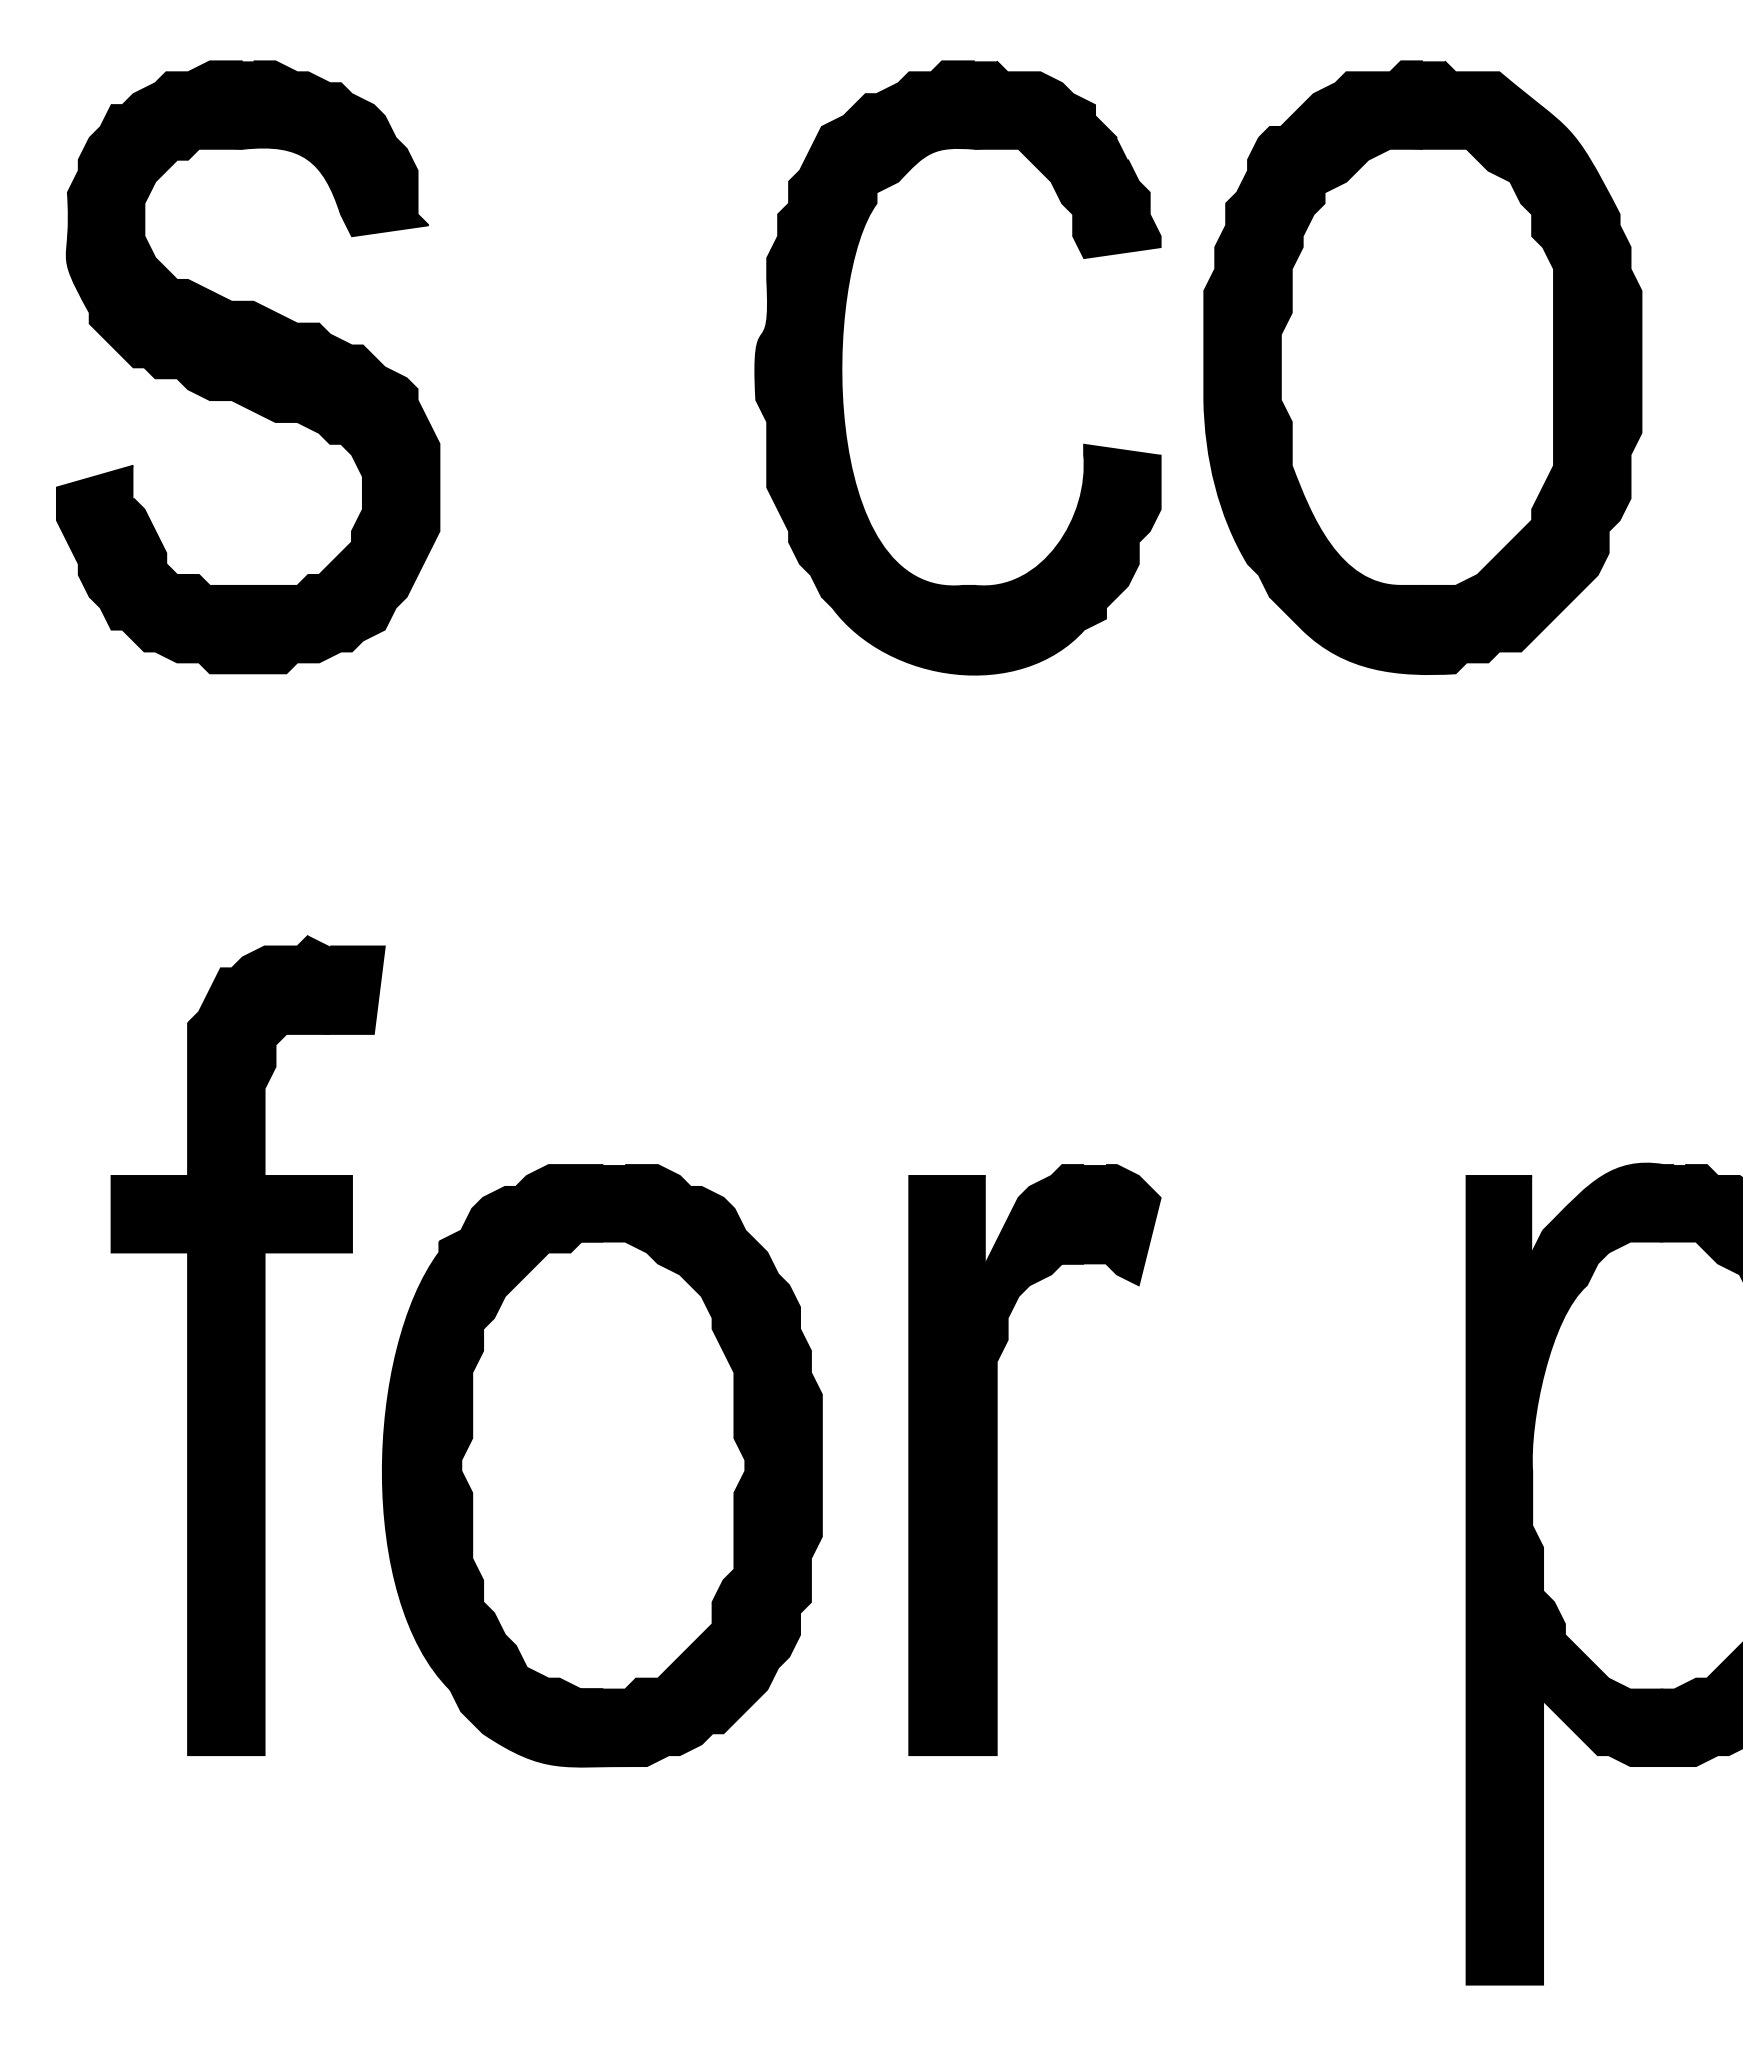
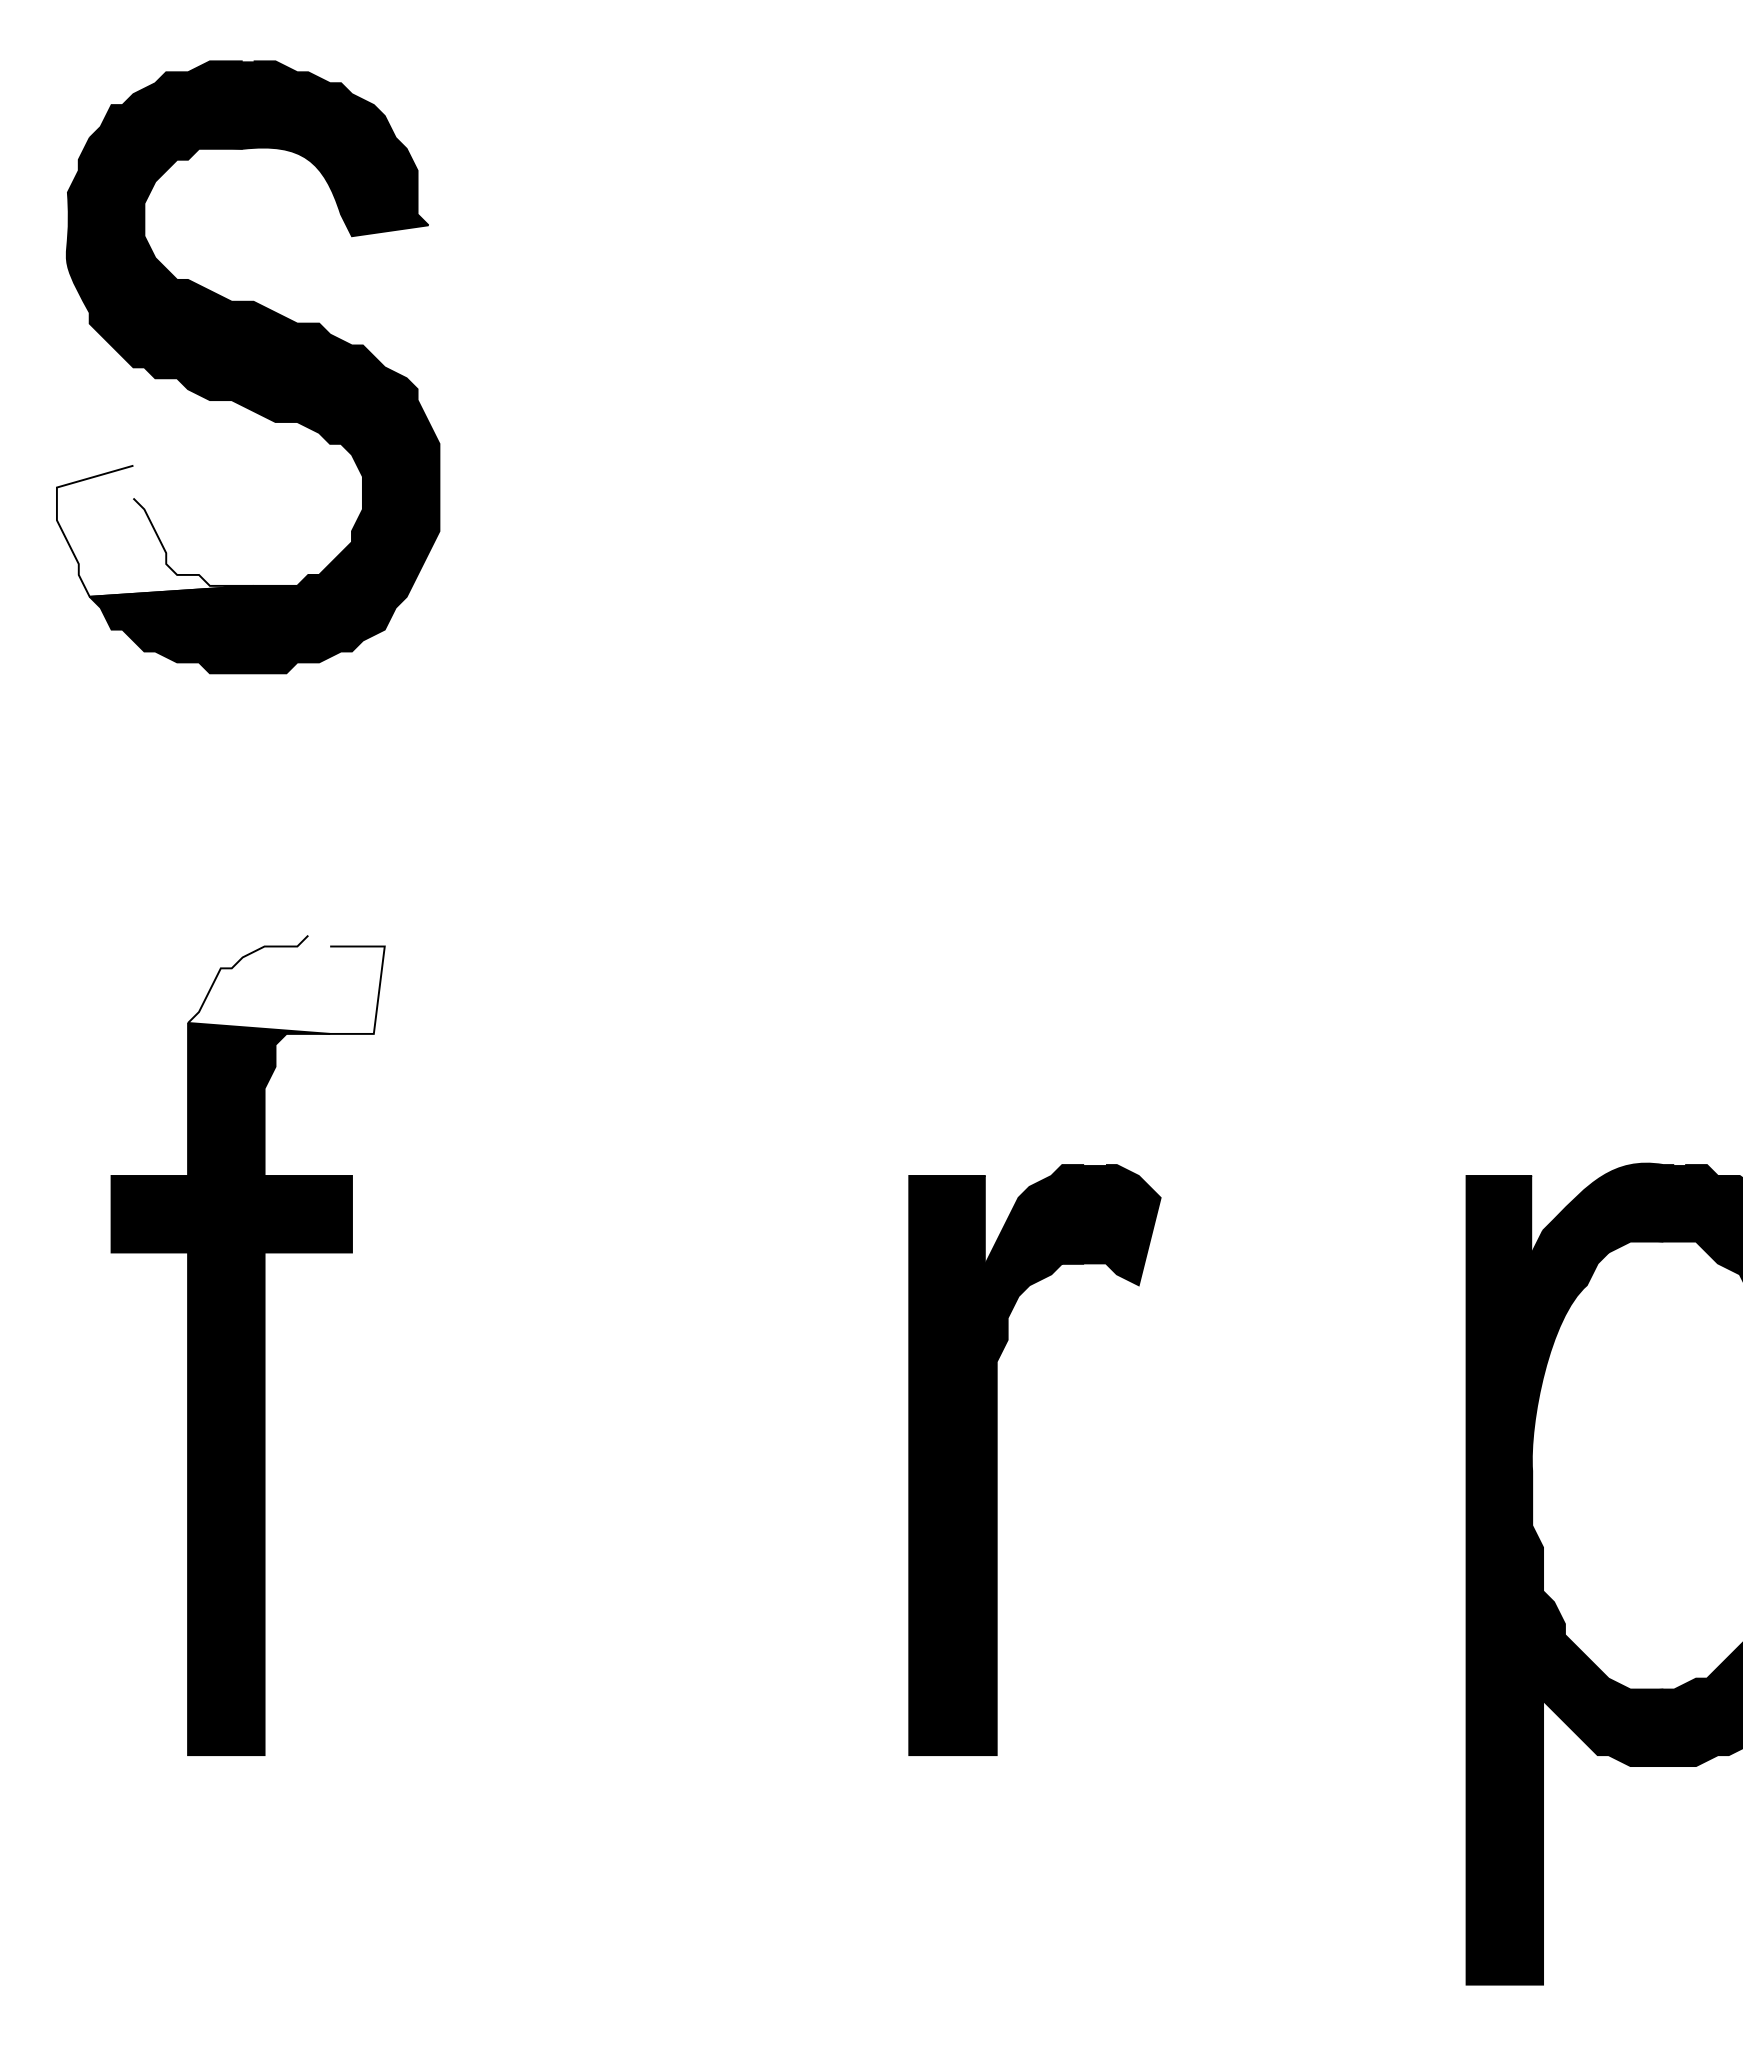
part at (842, 367): present -> none
part at (1422, 367): present -> none
fill at (154, 530): present -> none
fill at (286, 984): present -> none
part at (602, 1465): present -> none
